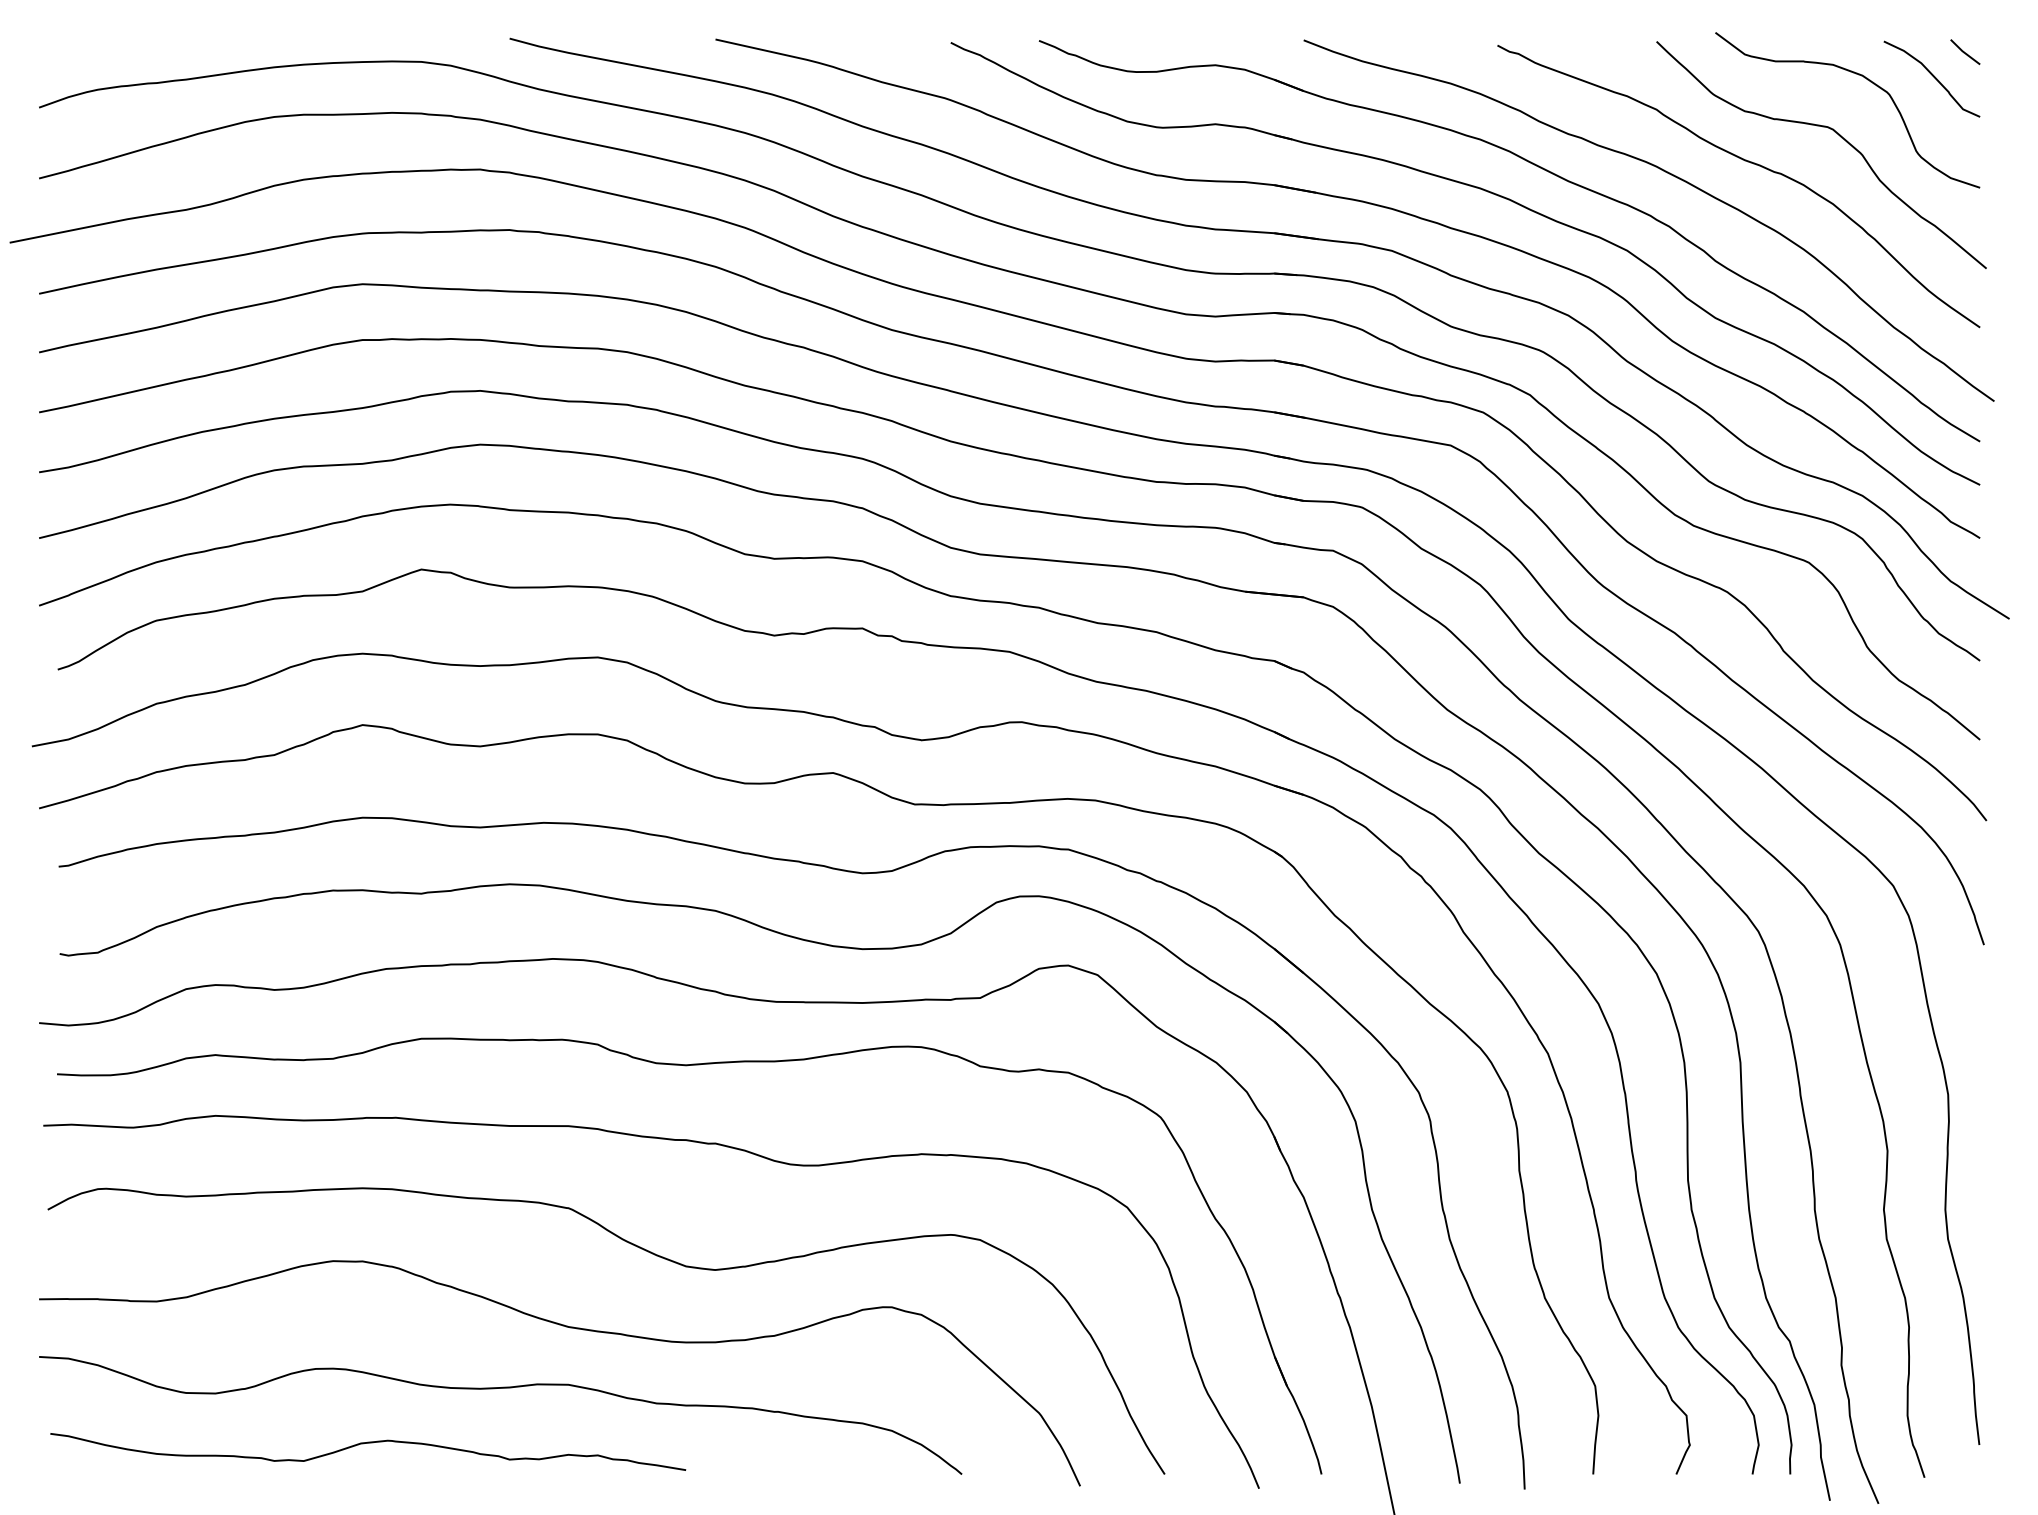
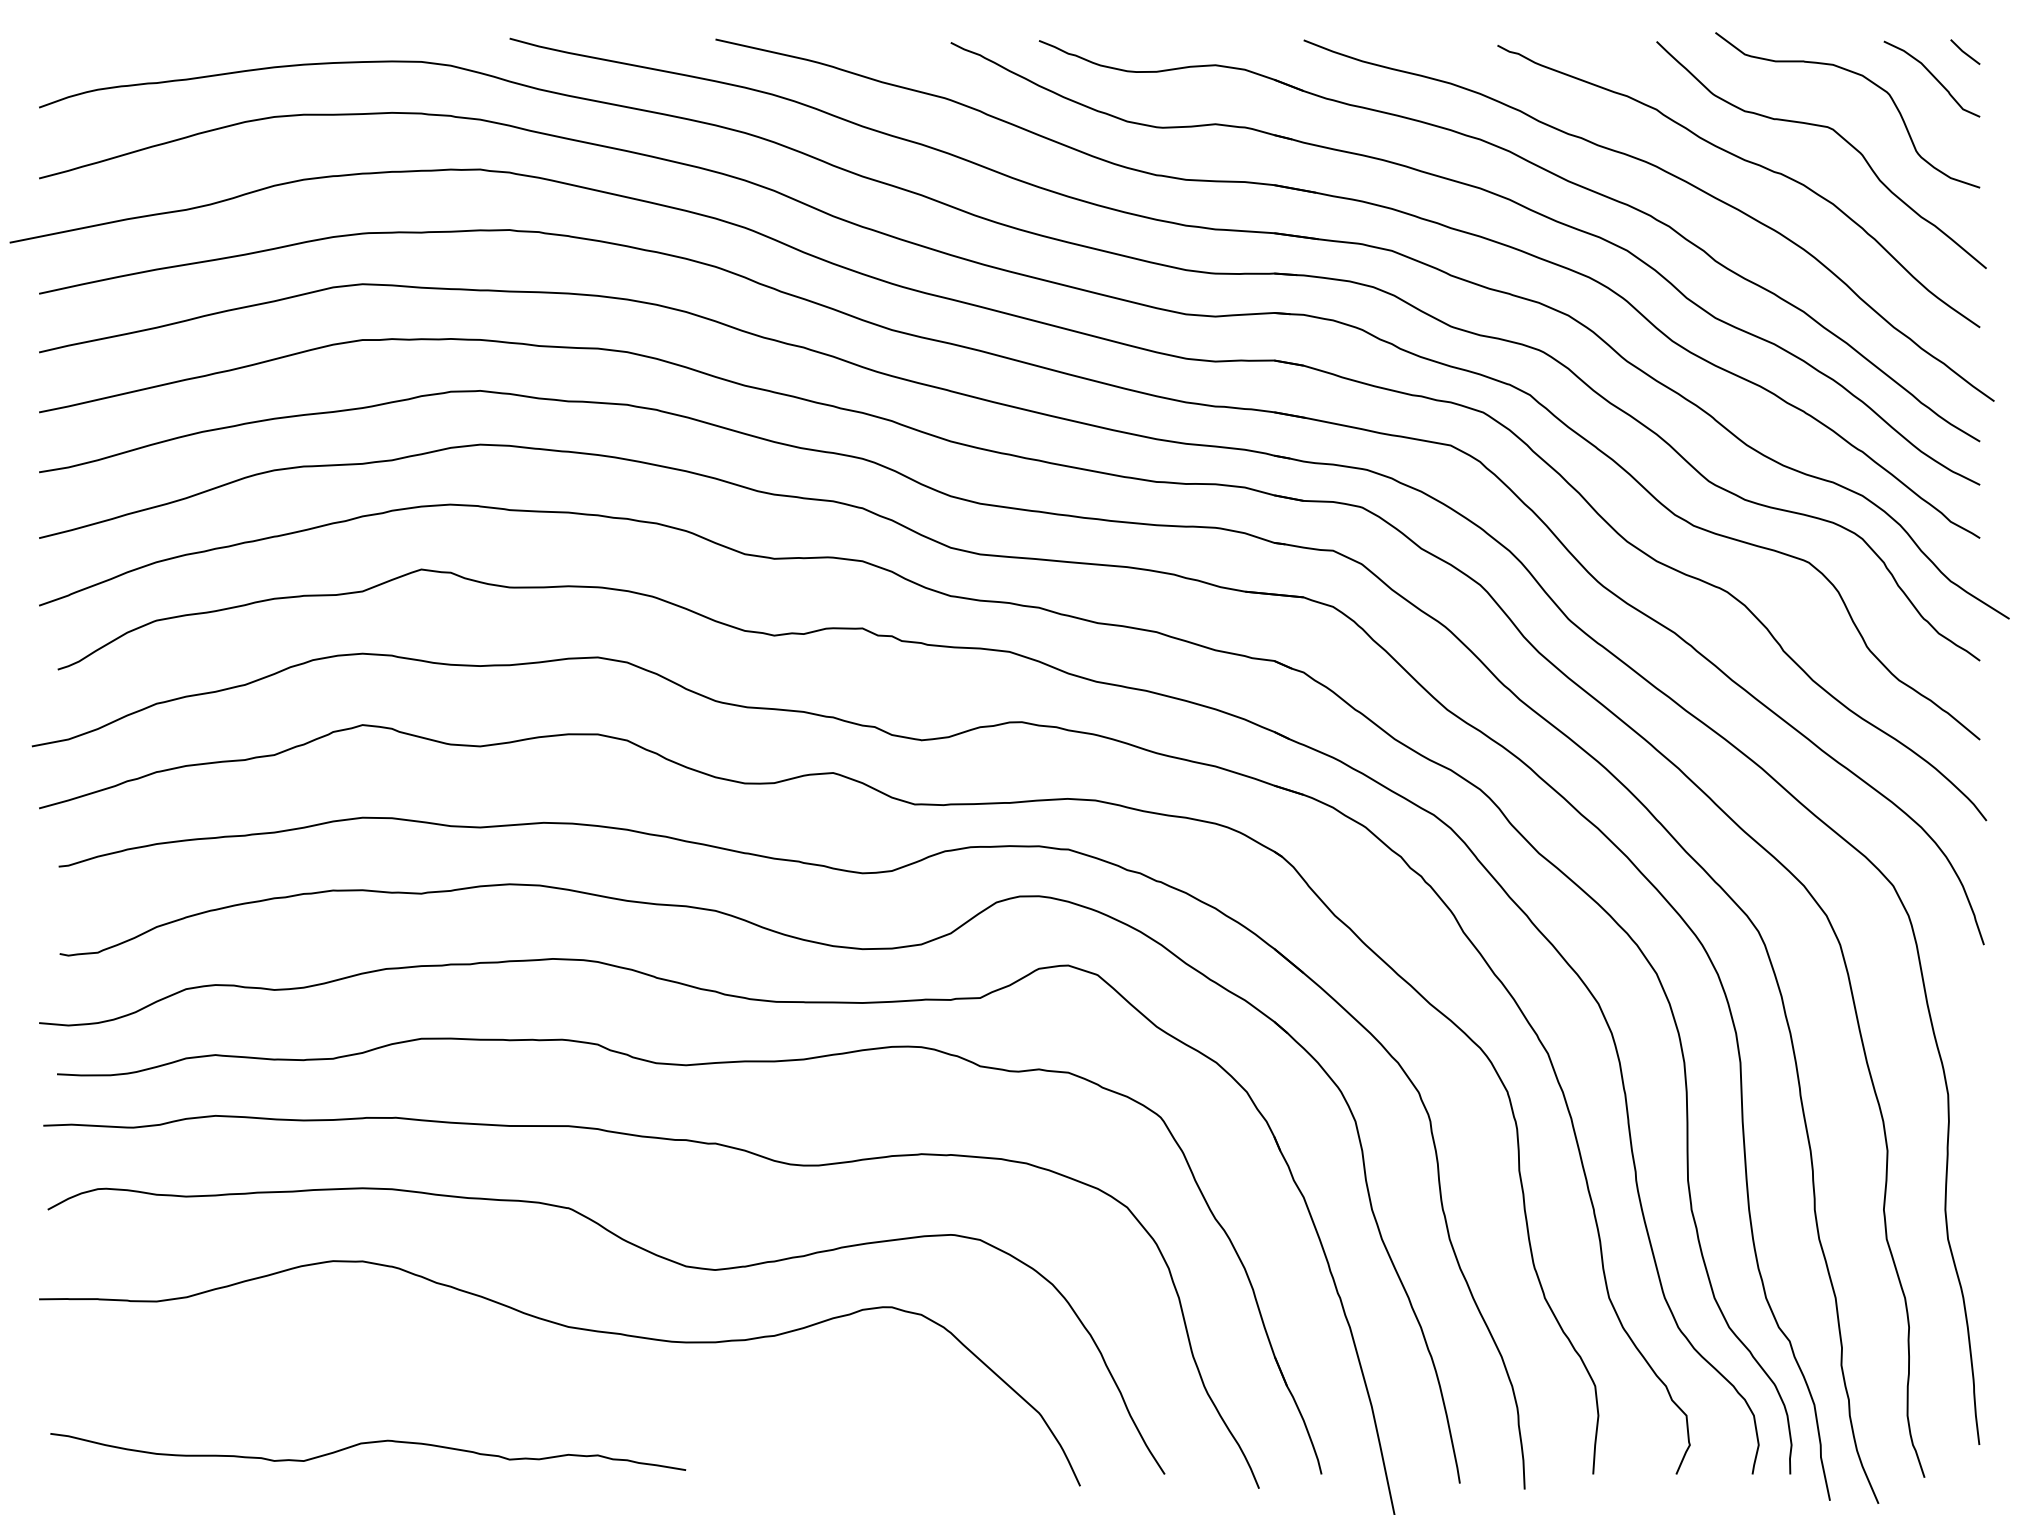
curve at (494, 1389): present -> none
